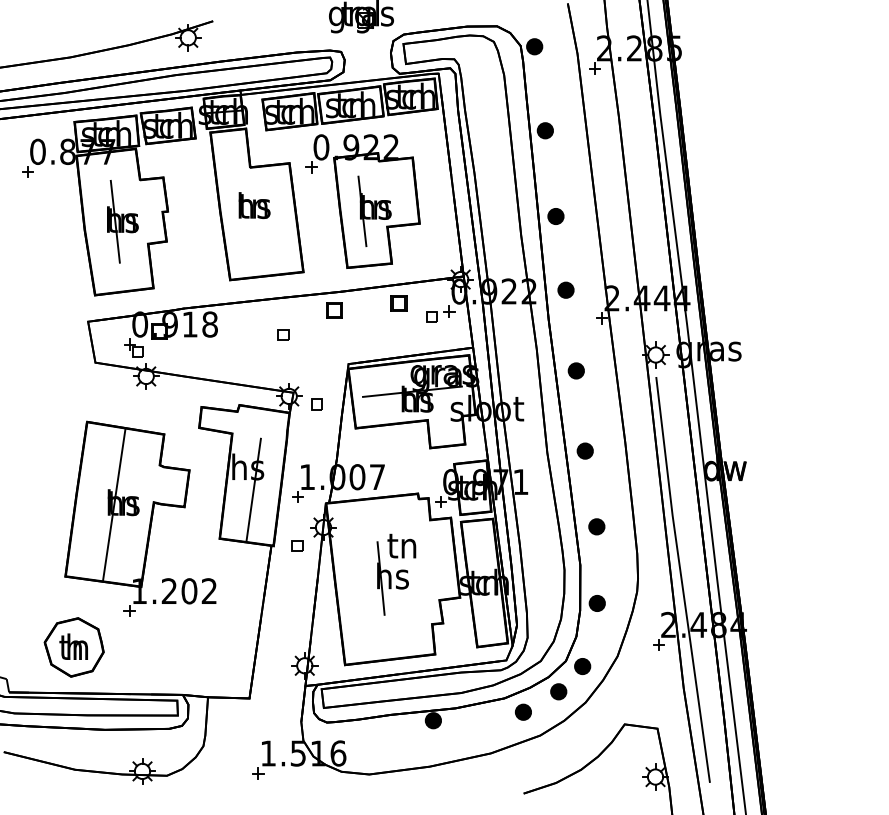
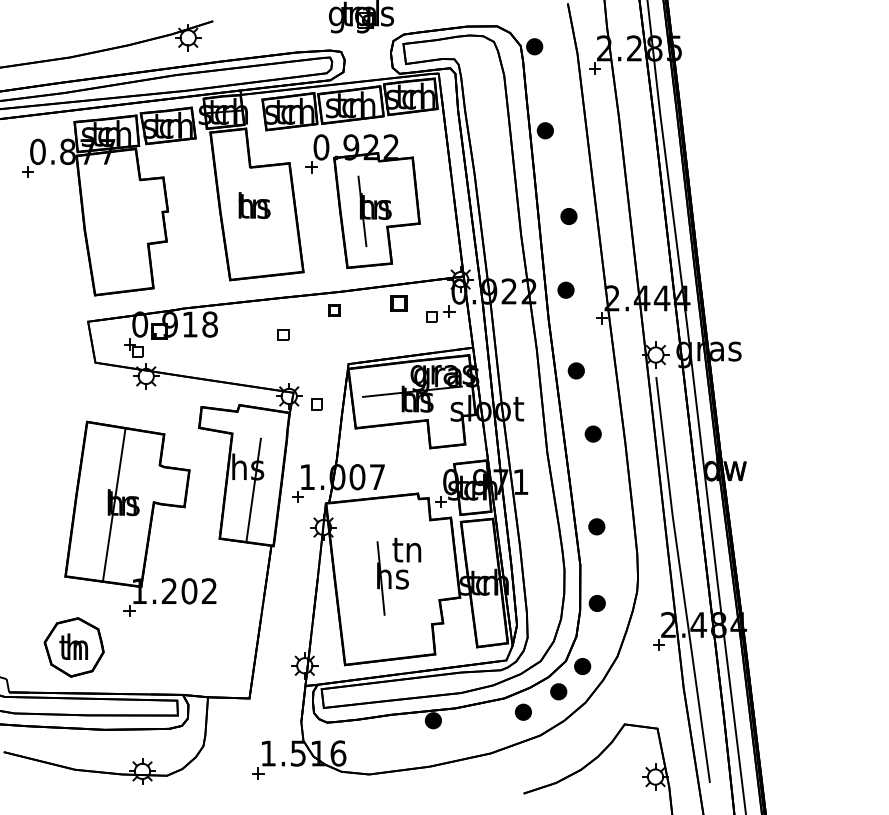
part at (555, 216) position: (555, 216) -> (568, 216)
part at (122, 221): present -> none
part at (334, 310) size: 17x17 px -> 13x13 px
part at (584, 450) position: (584, 450) -> (592, 433)
part at (297, 545): present -> none
text at (401, 545) position: (401, 545) -> (406, 549)
